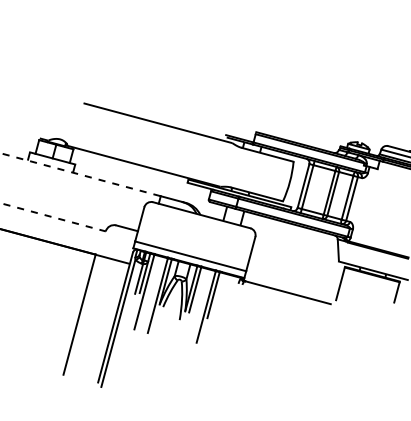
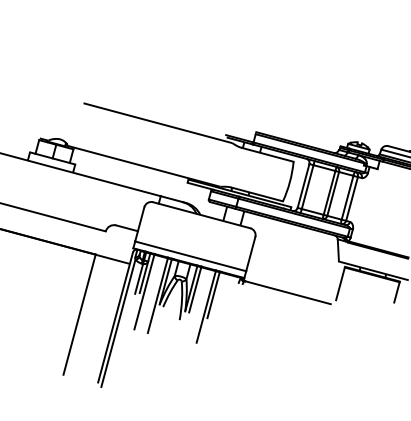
line at (80, 174): dashed -> solid
line at (53, 217): dashed -> solid
